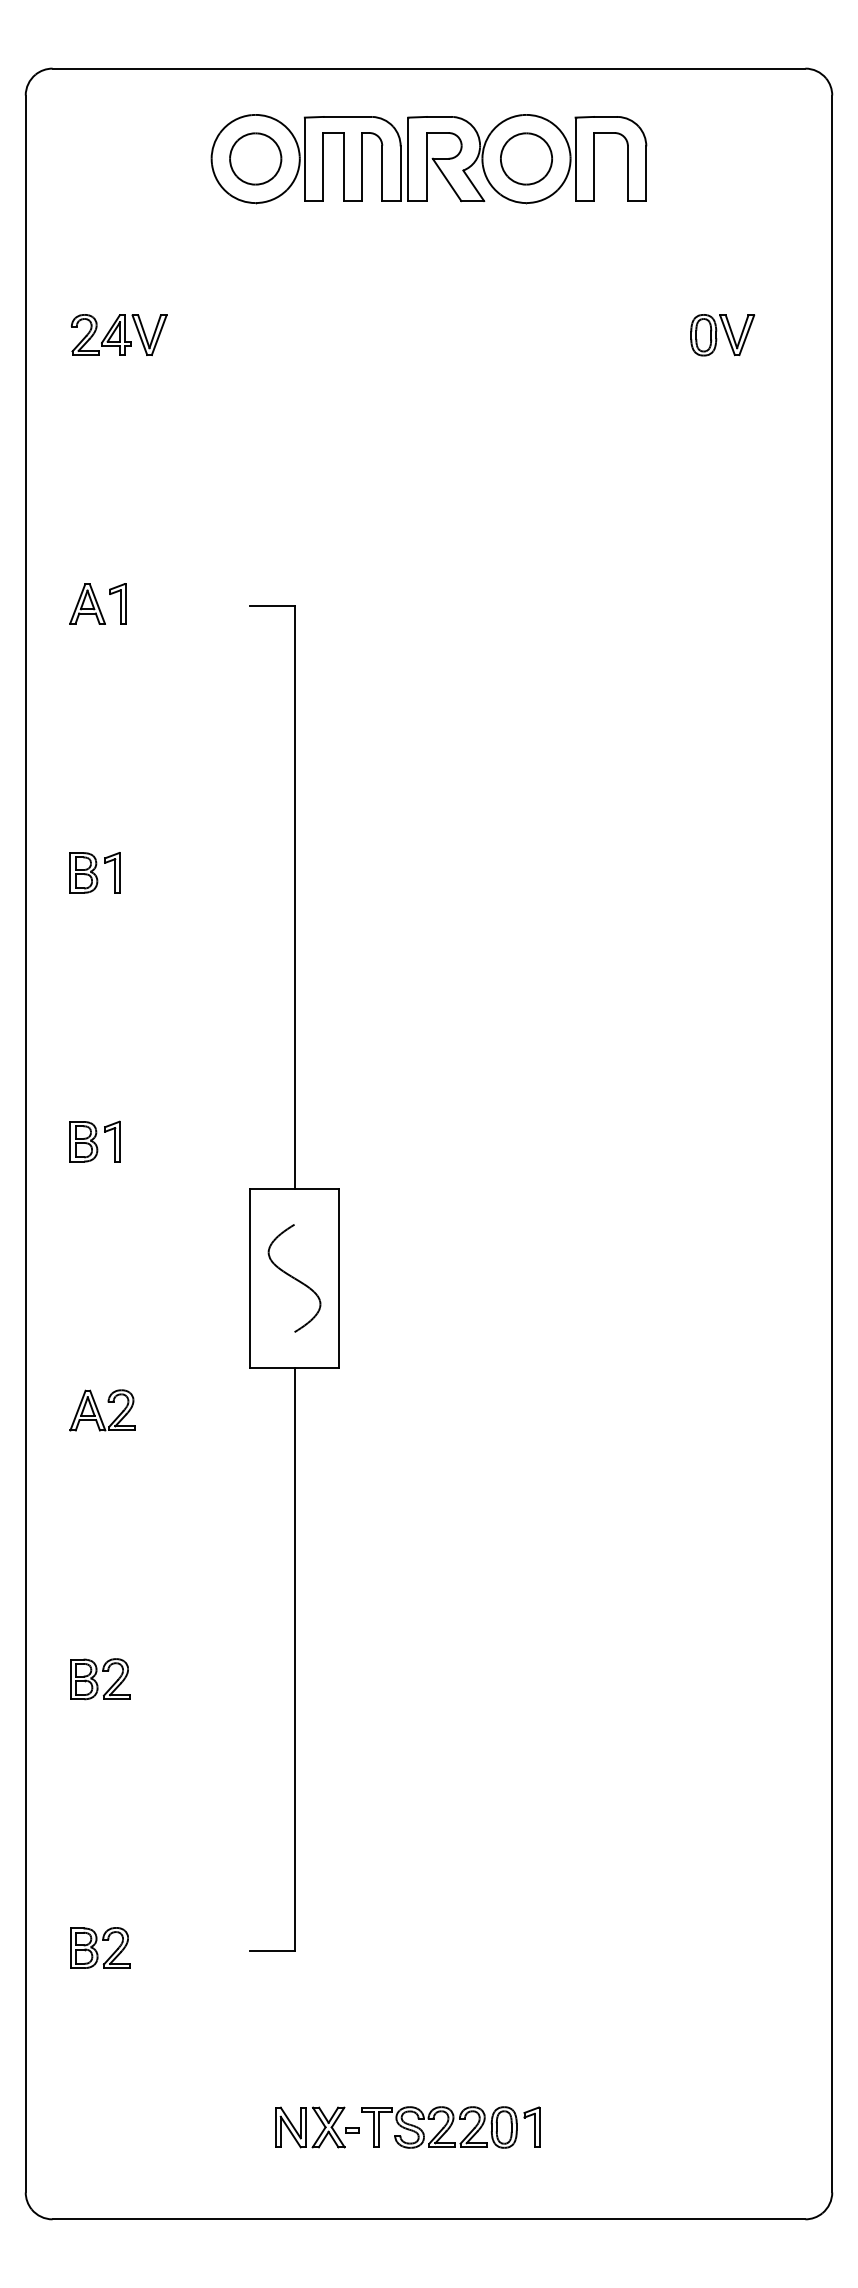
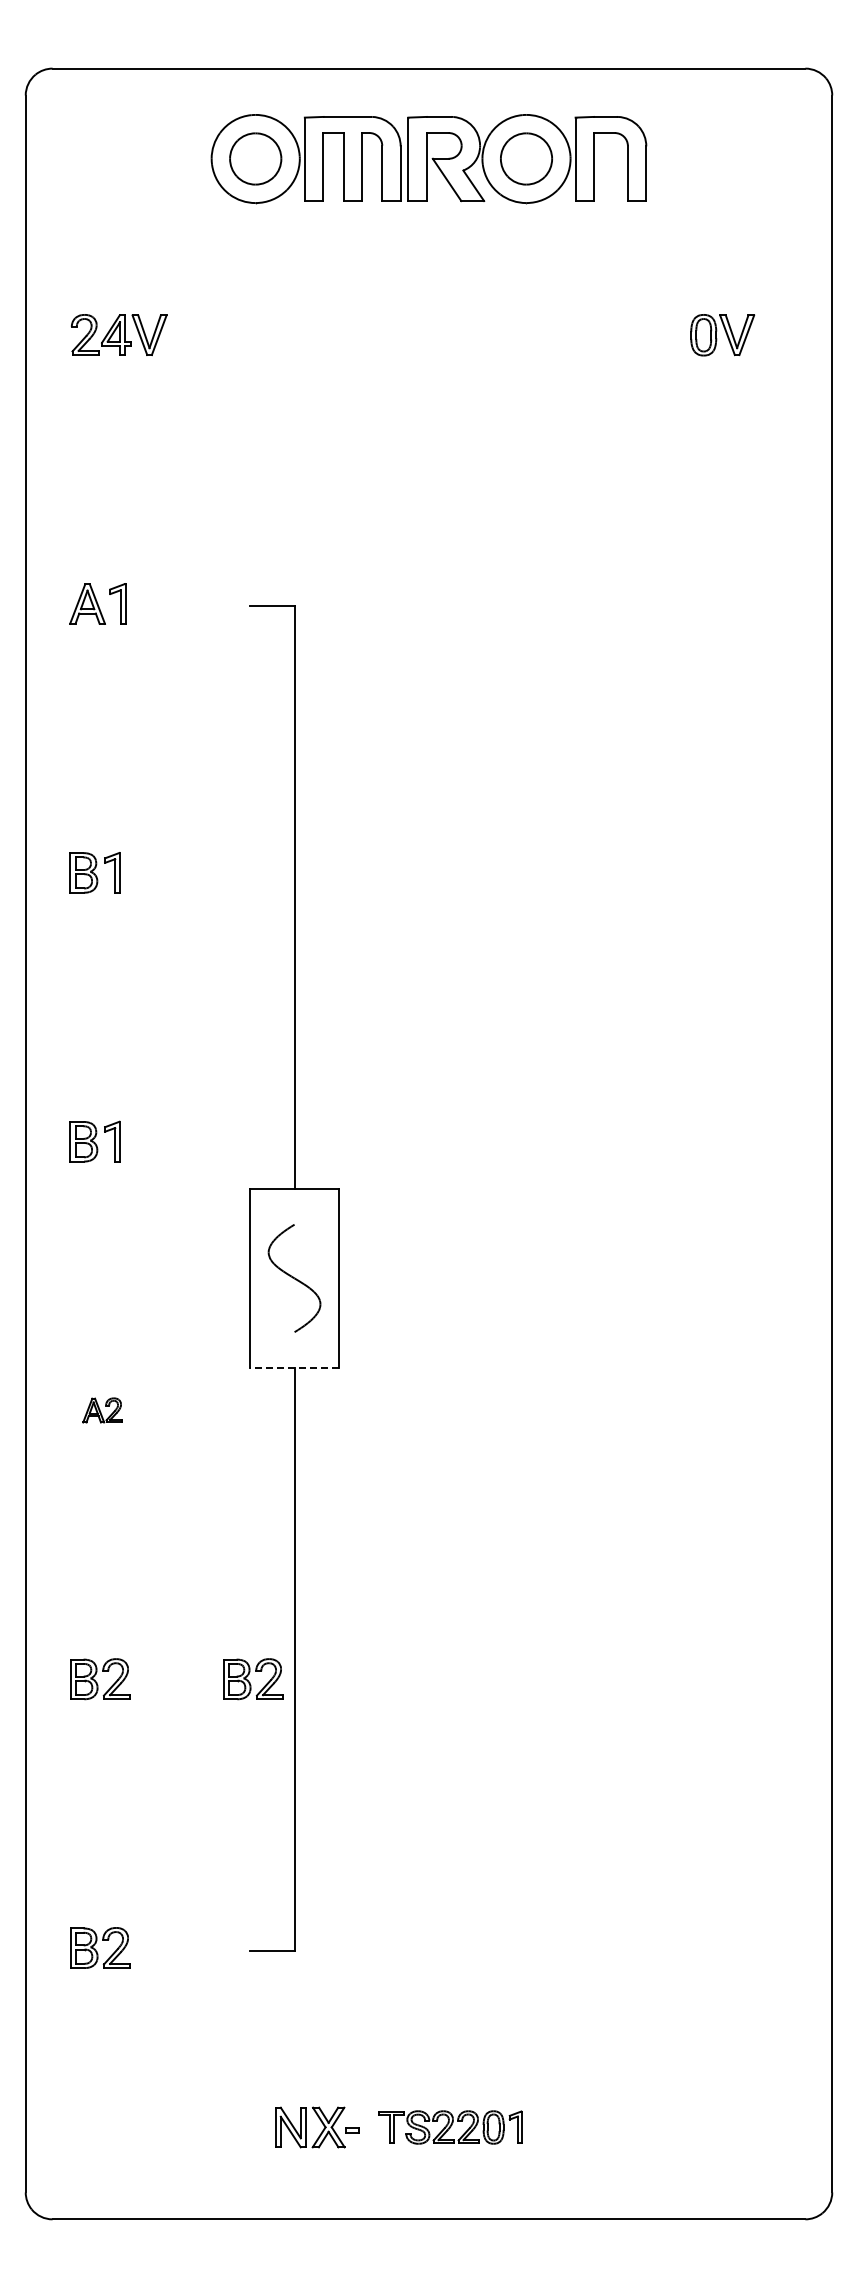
line at (294, 1368): solid -> dashed
part at (102, 1410) size: 67x43 px -> 41x27 px
part at (253, 1679): none -> present
part at (450, 2127) size: 180x43 px -> 145x35 px
